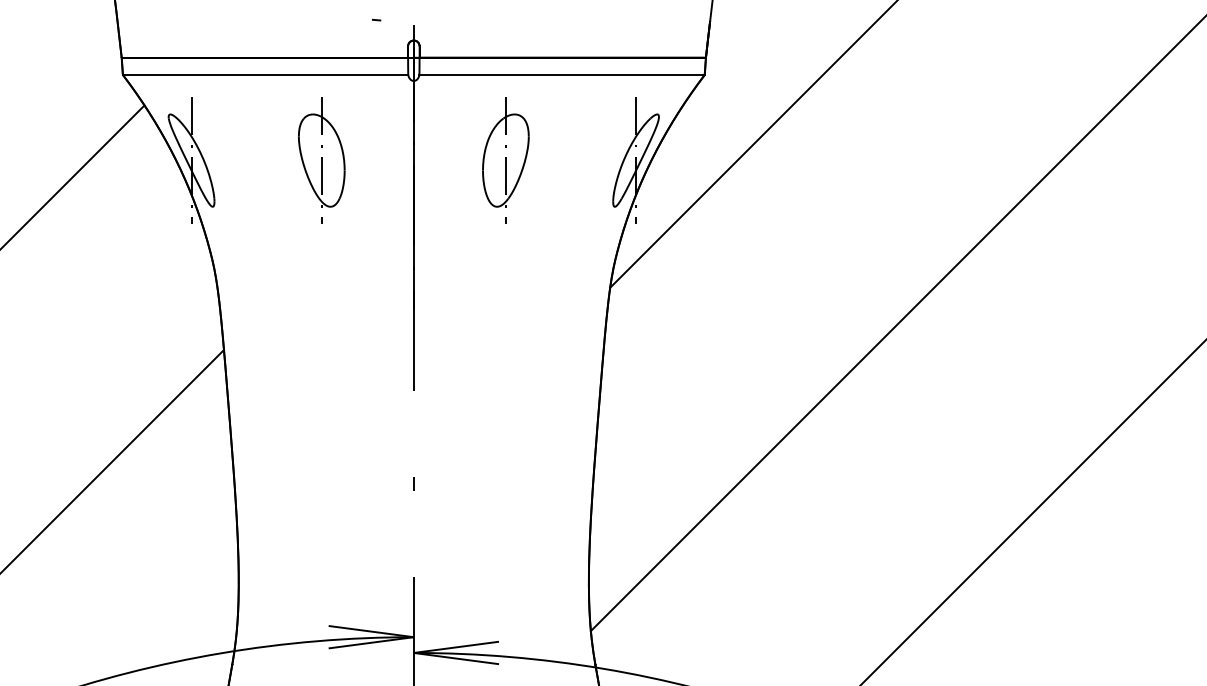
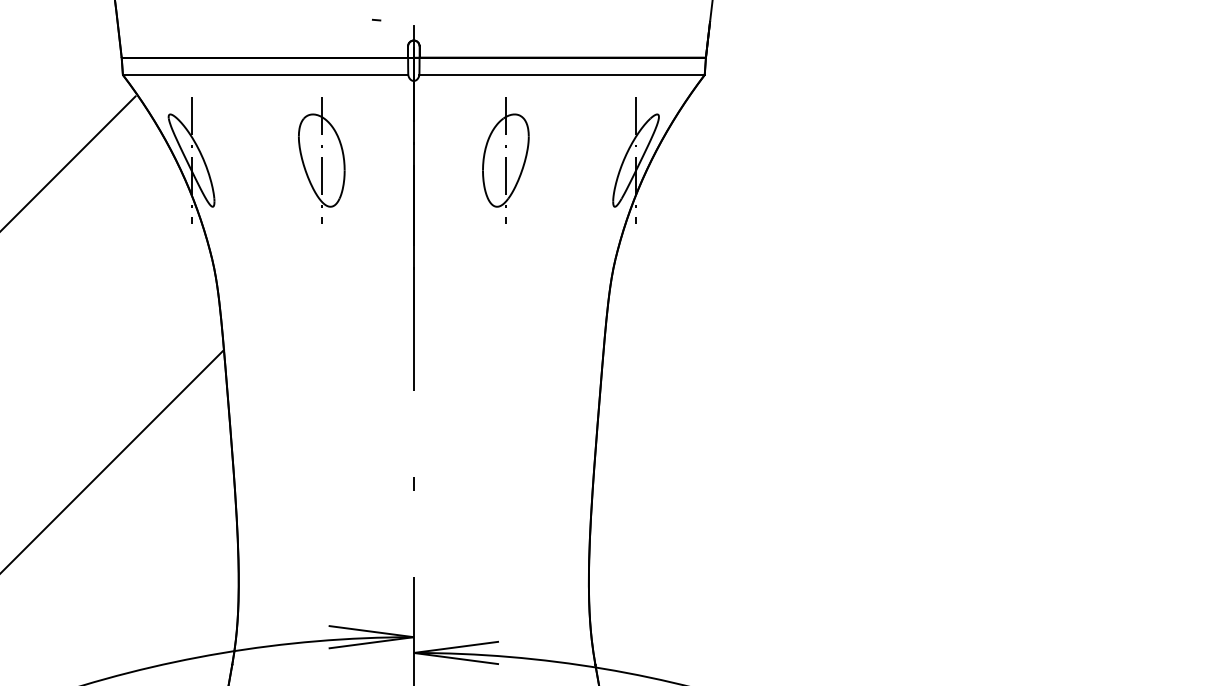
line at (752, 144): present -> none
line at (73, 176) position: (73, 176) -> (68, 162)
line at (896, 324): present -> none
line at (1033, 512): present -> none
